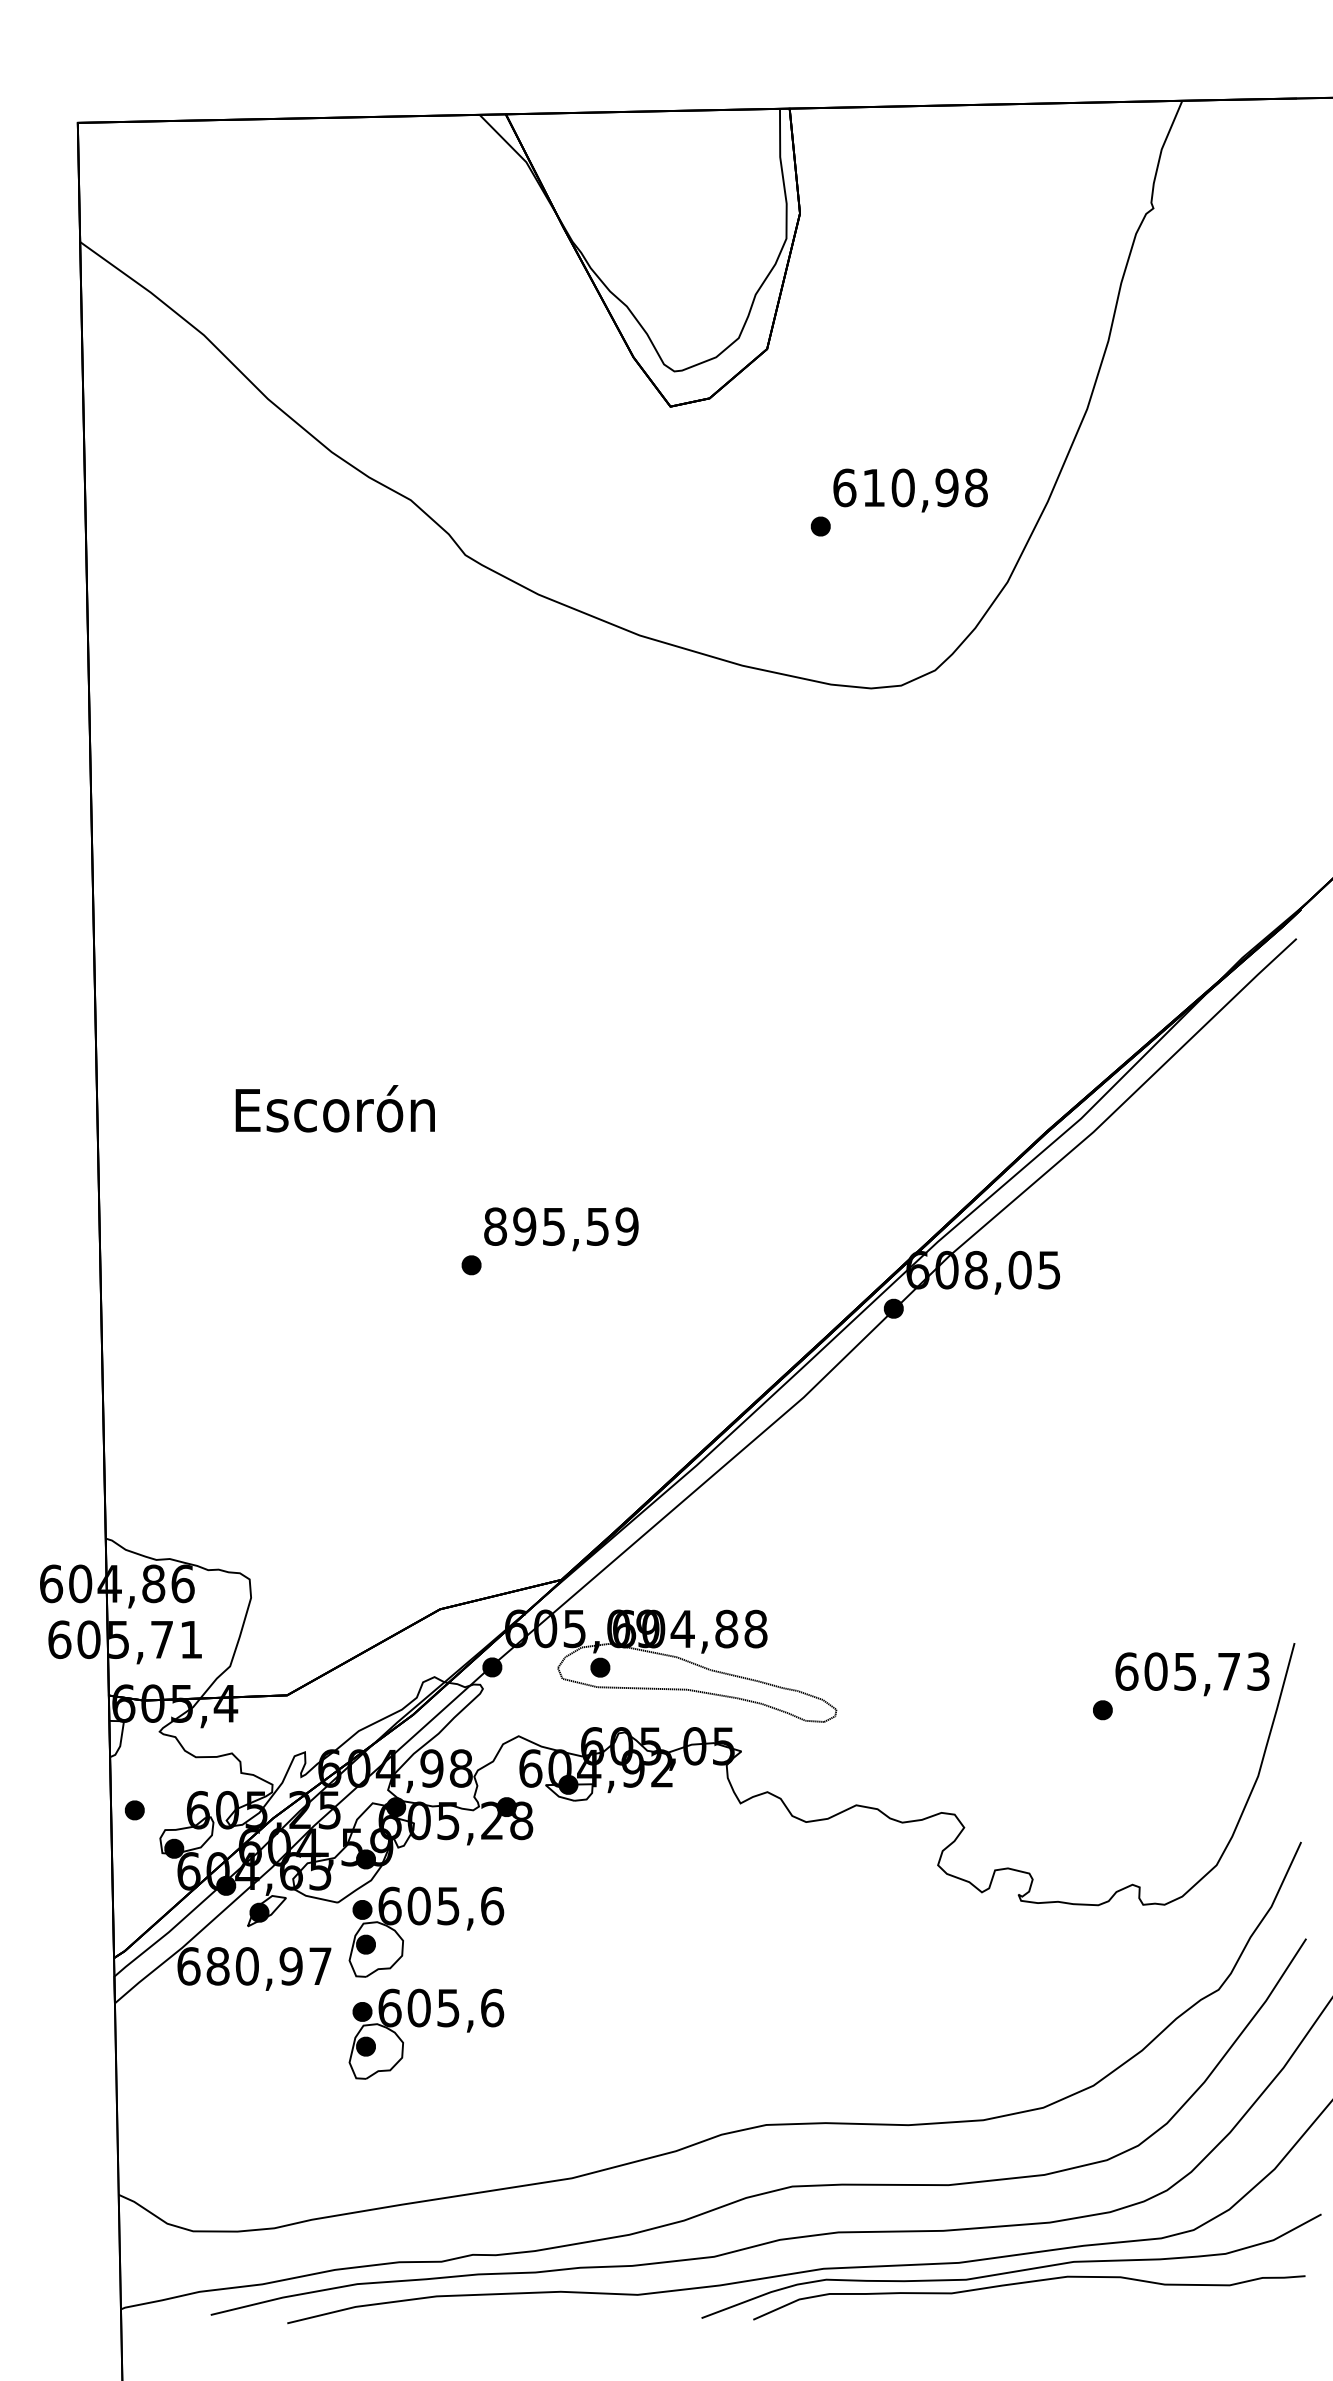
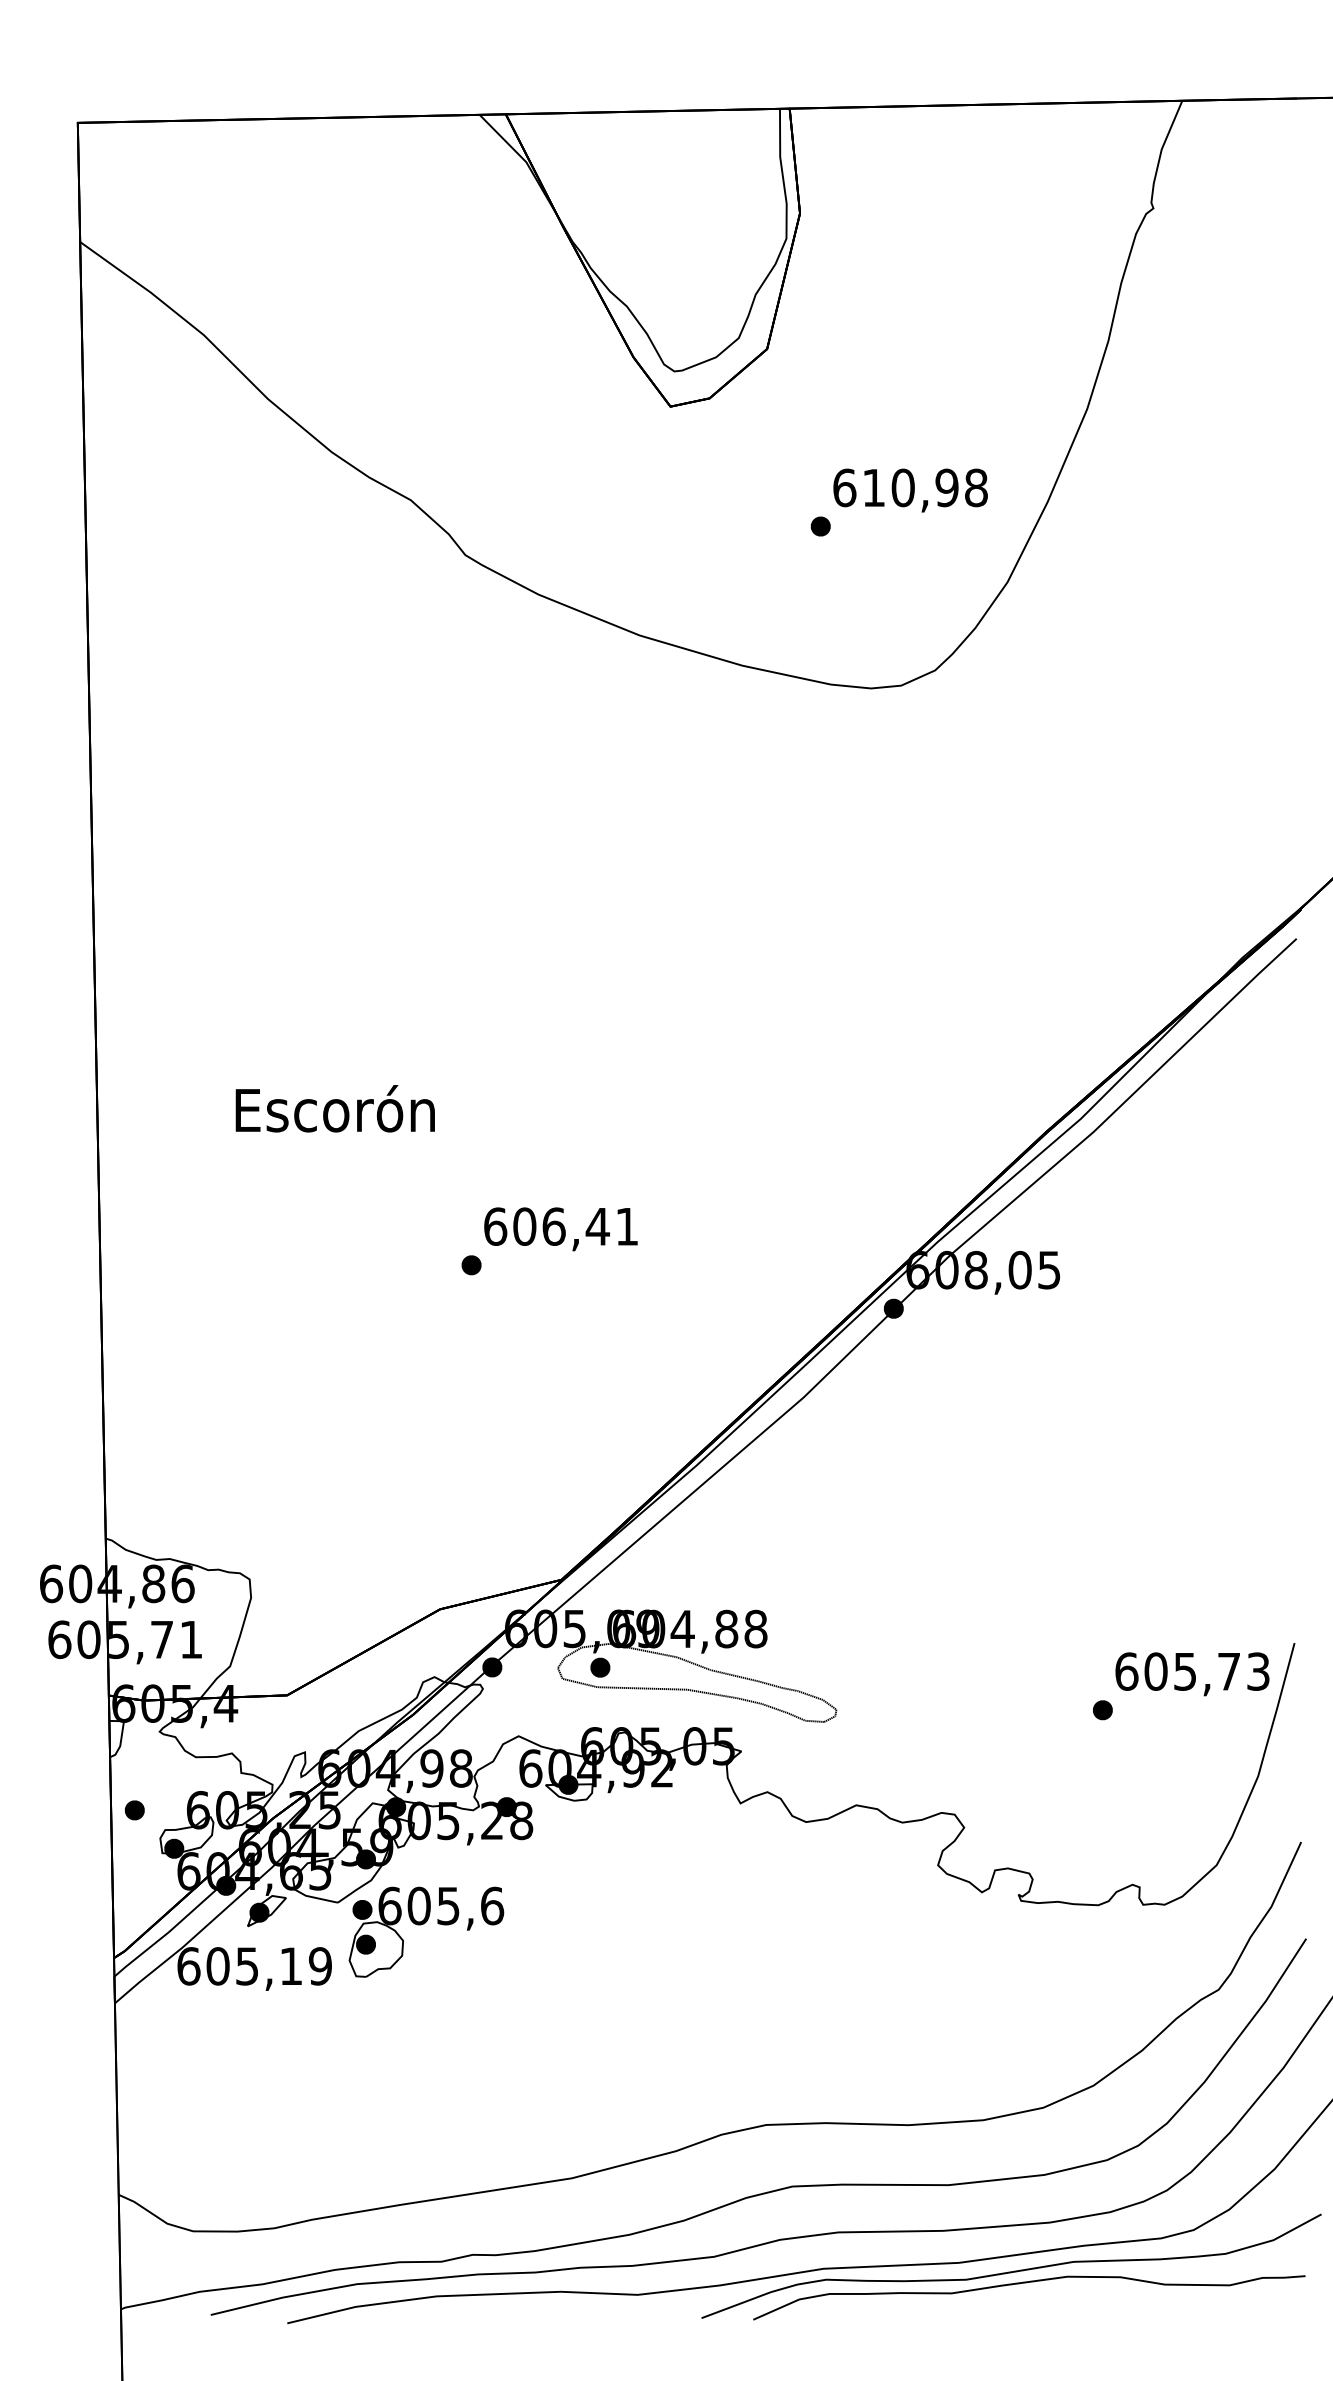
text at (561, 1226): 895,59 -> 606,41
text at (268, 1966): 680,97 -> 605,19
part at (423, 2026): present -> none
